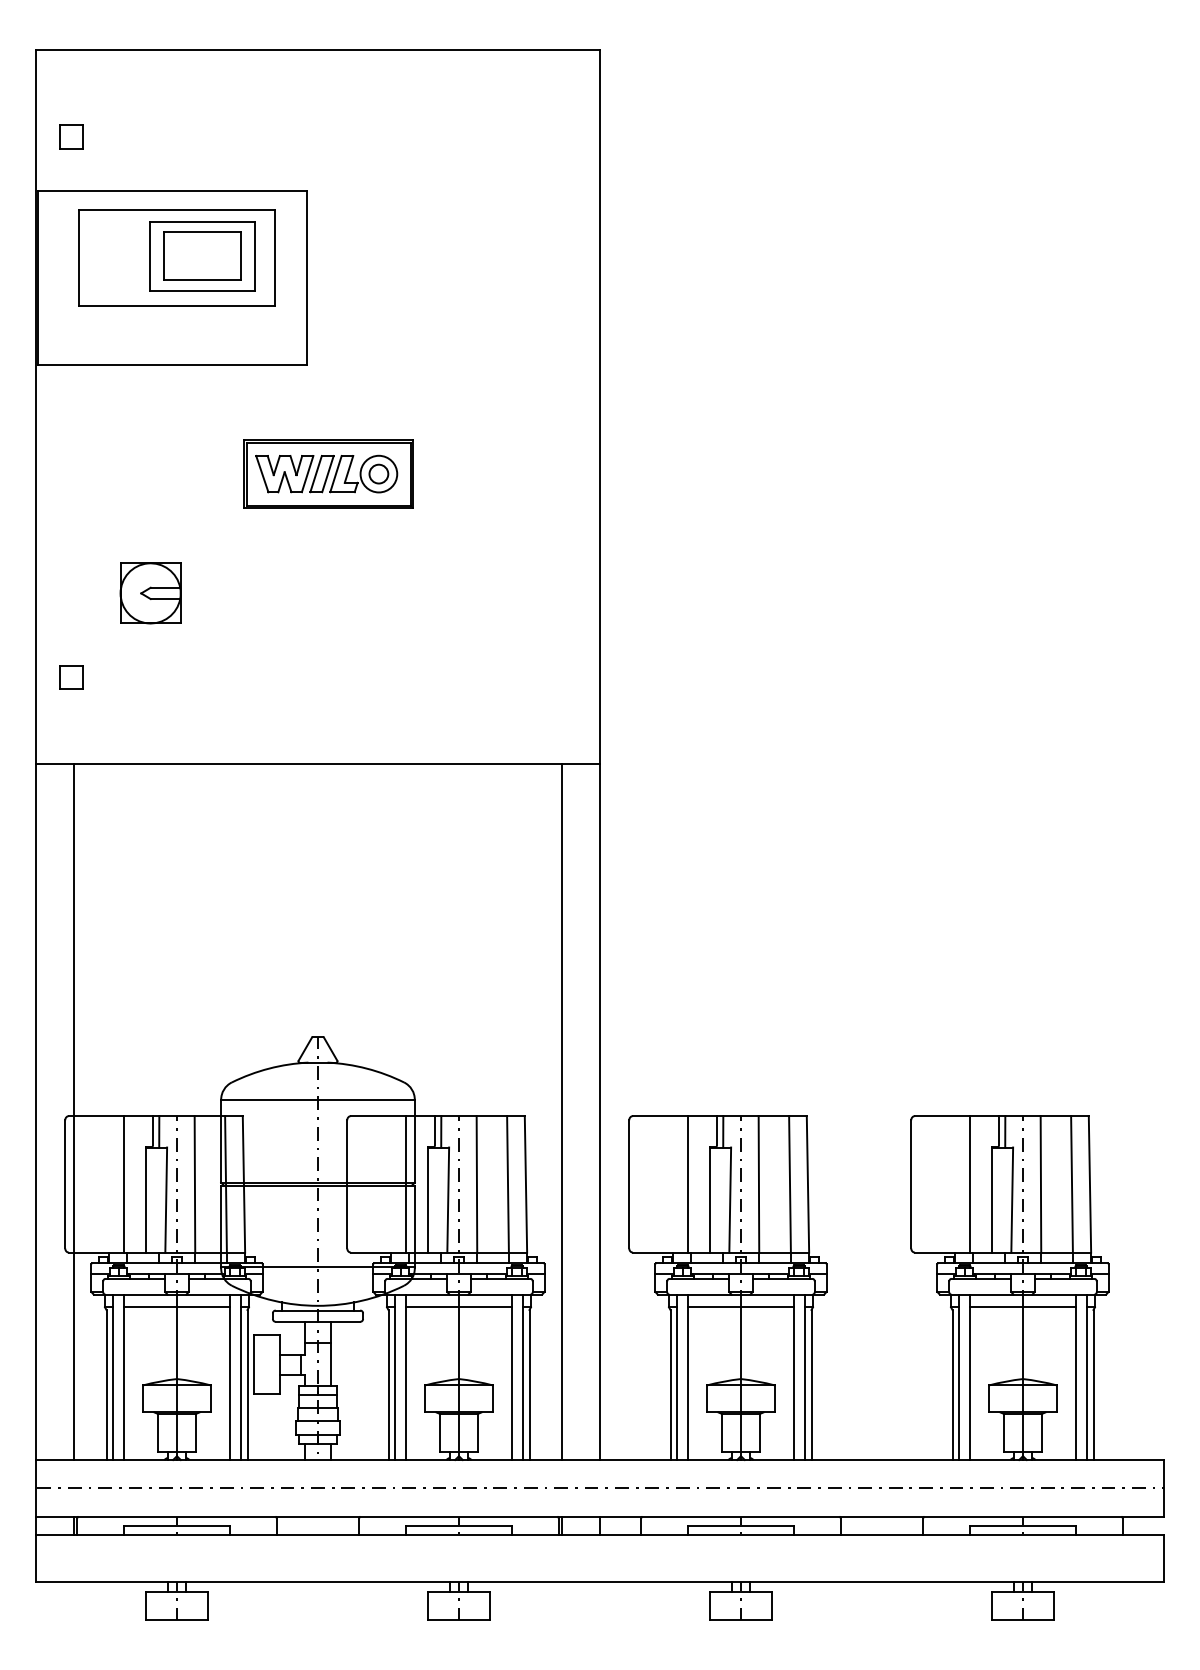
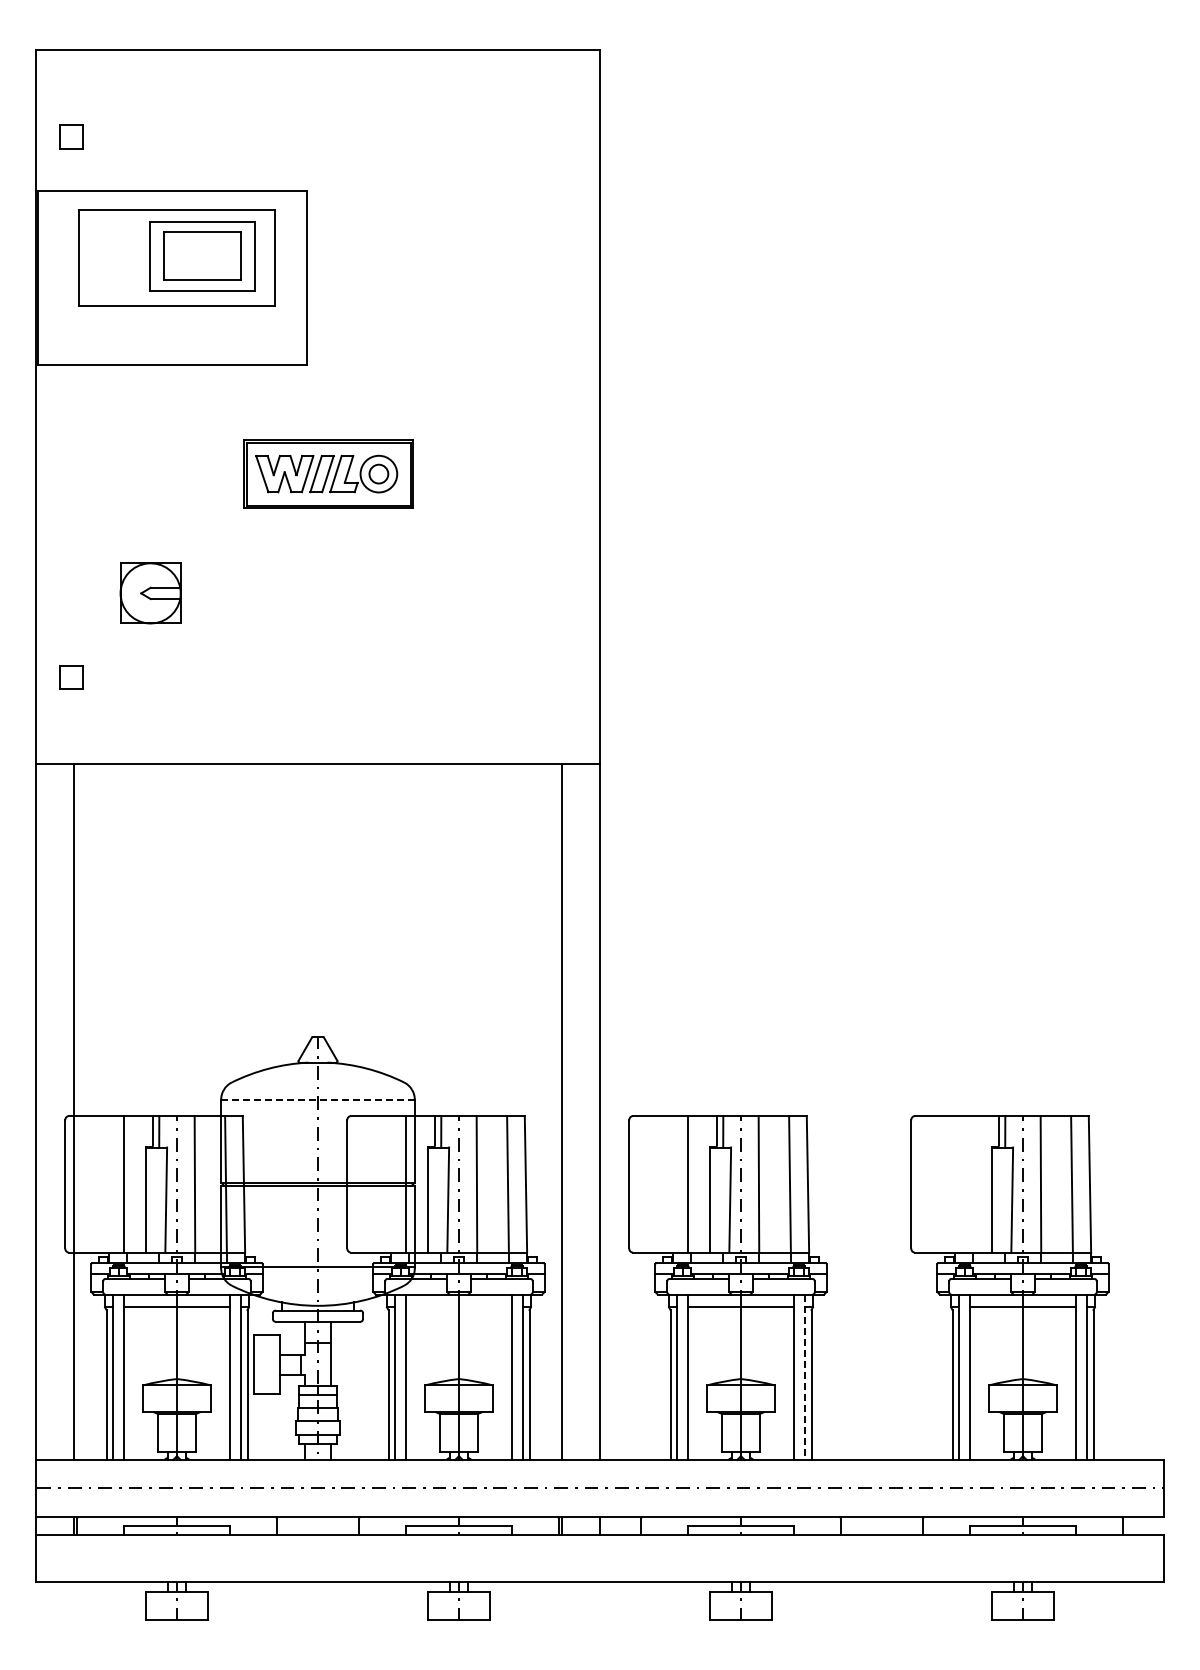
line at (318, 1099): solid -> dashed
line at (970, 1184): present -> none
line at (458, 1307): present -> none
line at (804, 1377): solid -> dashed
